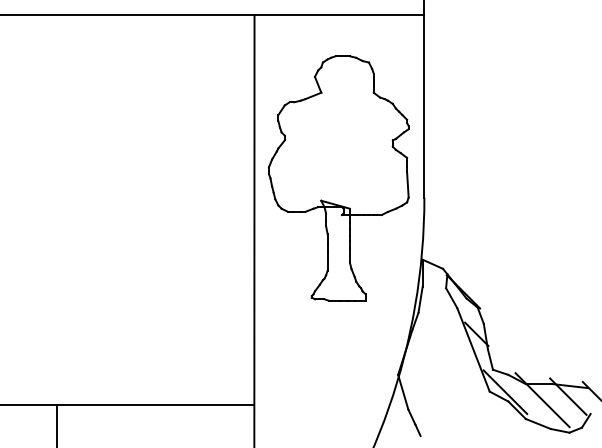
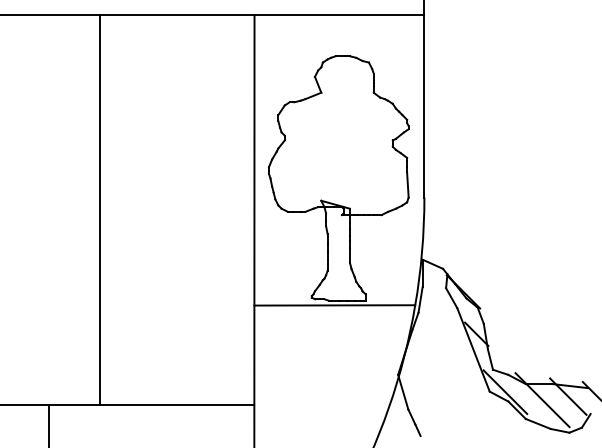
line at (100, 209): none -> present
line at (334, 305): none -> present
line at (56, 424) position: (56, 424) -> (48, 424)
